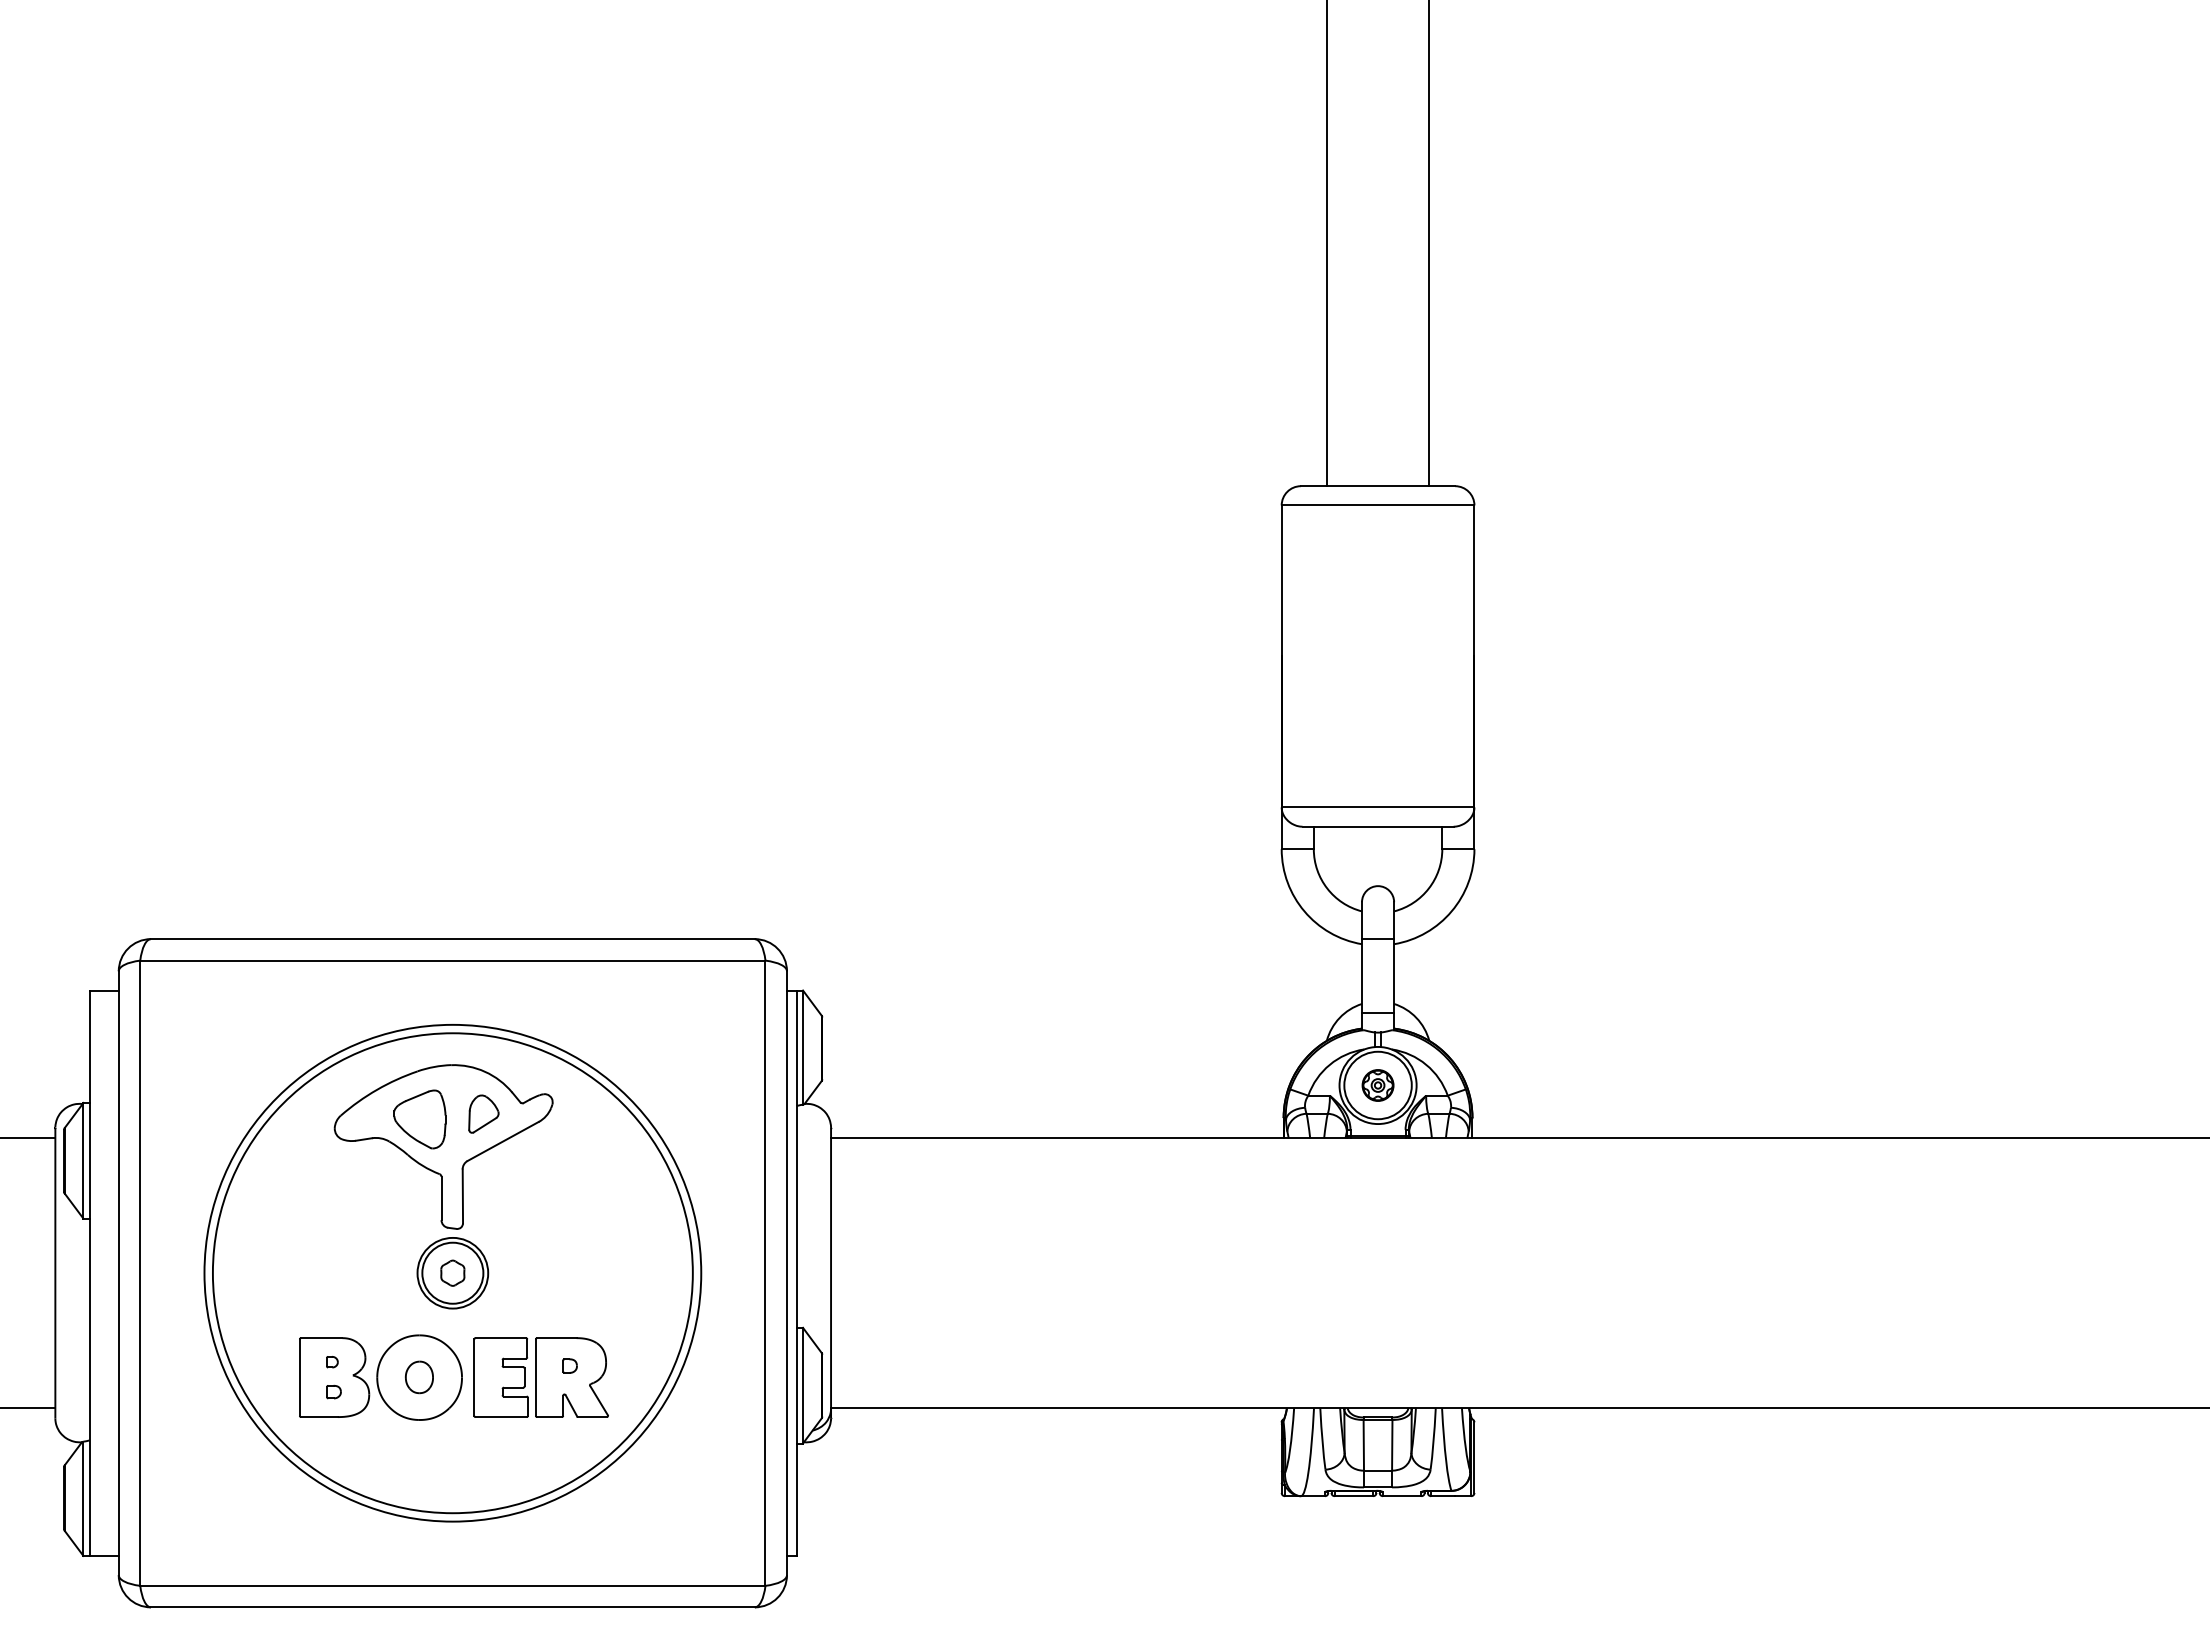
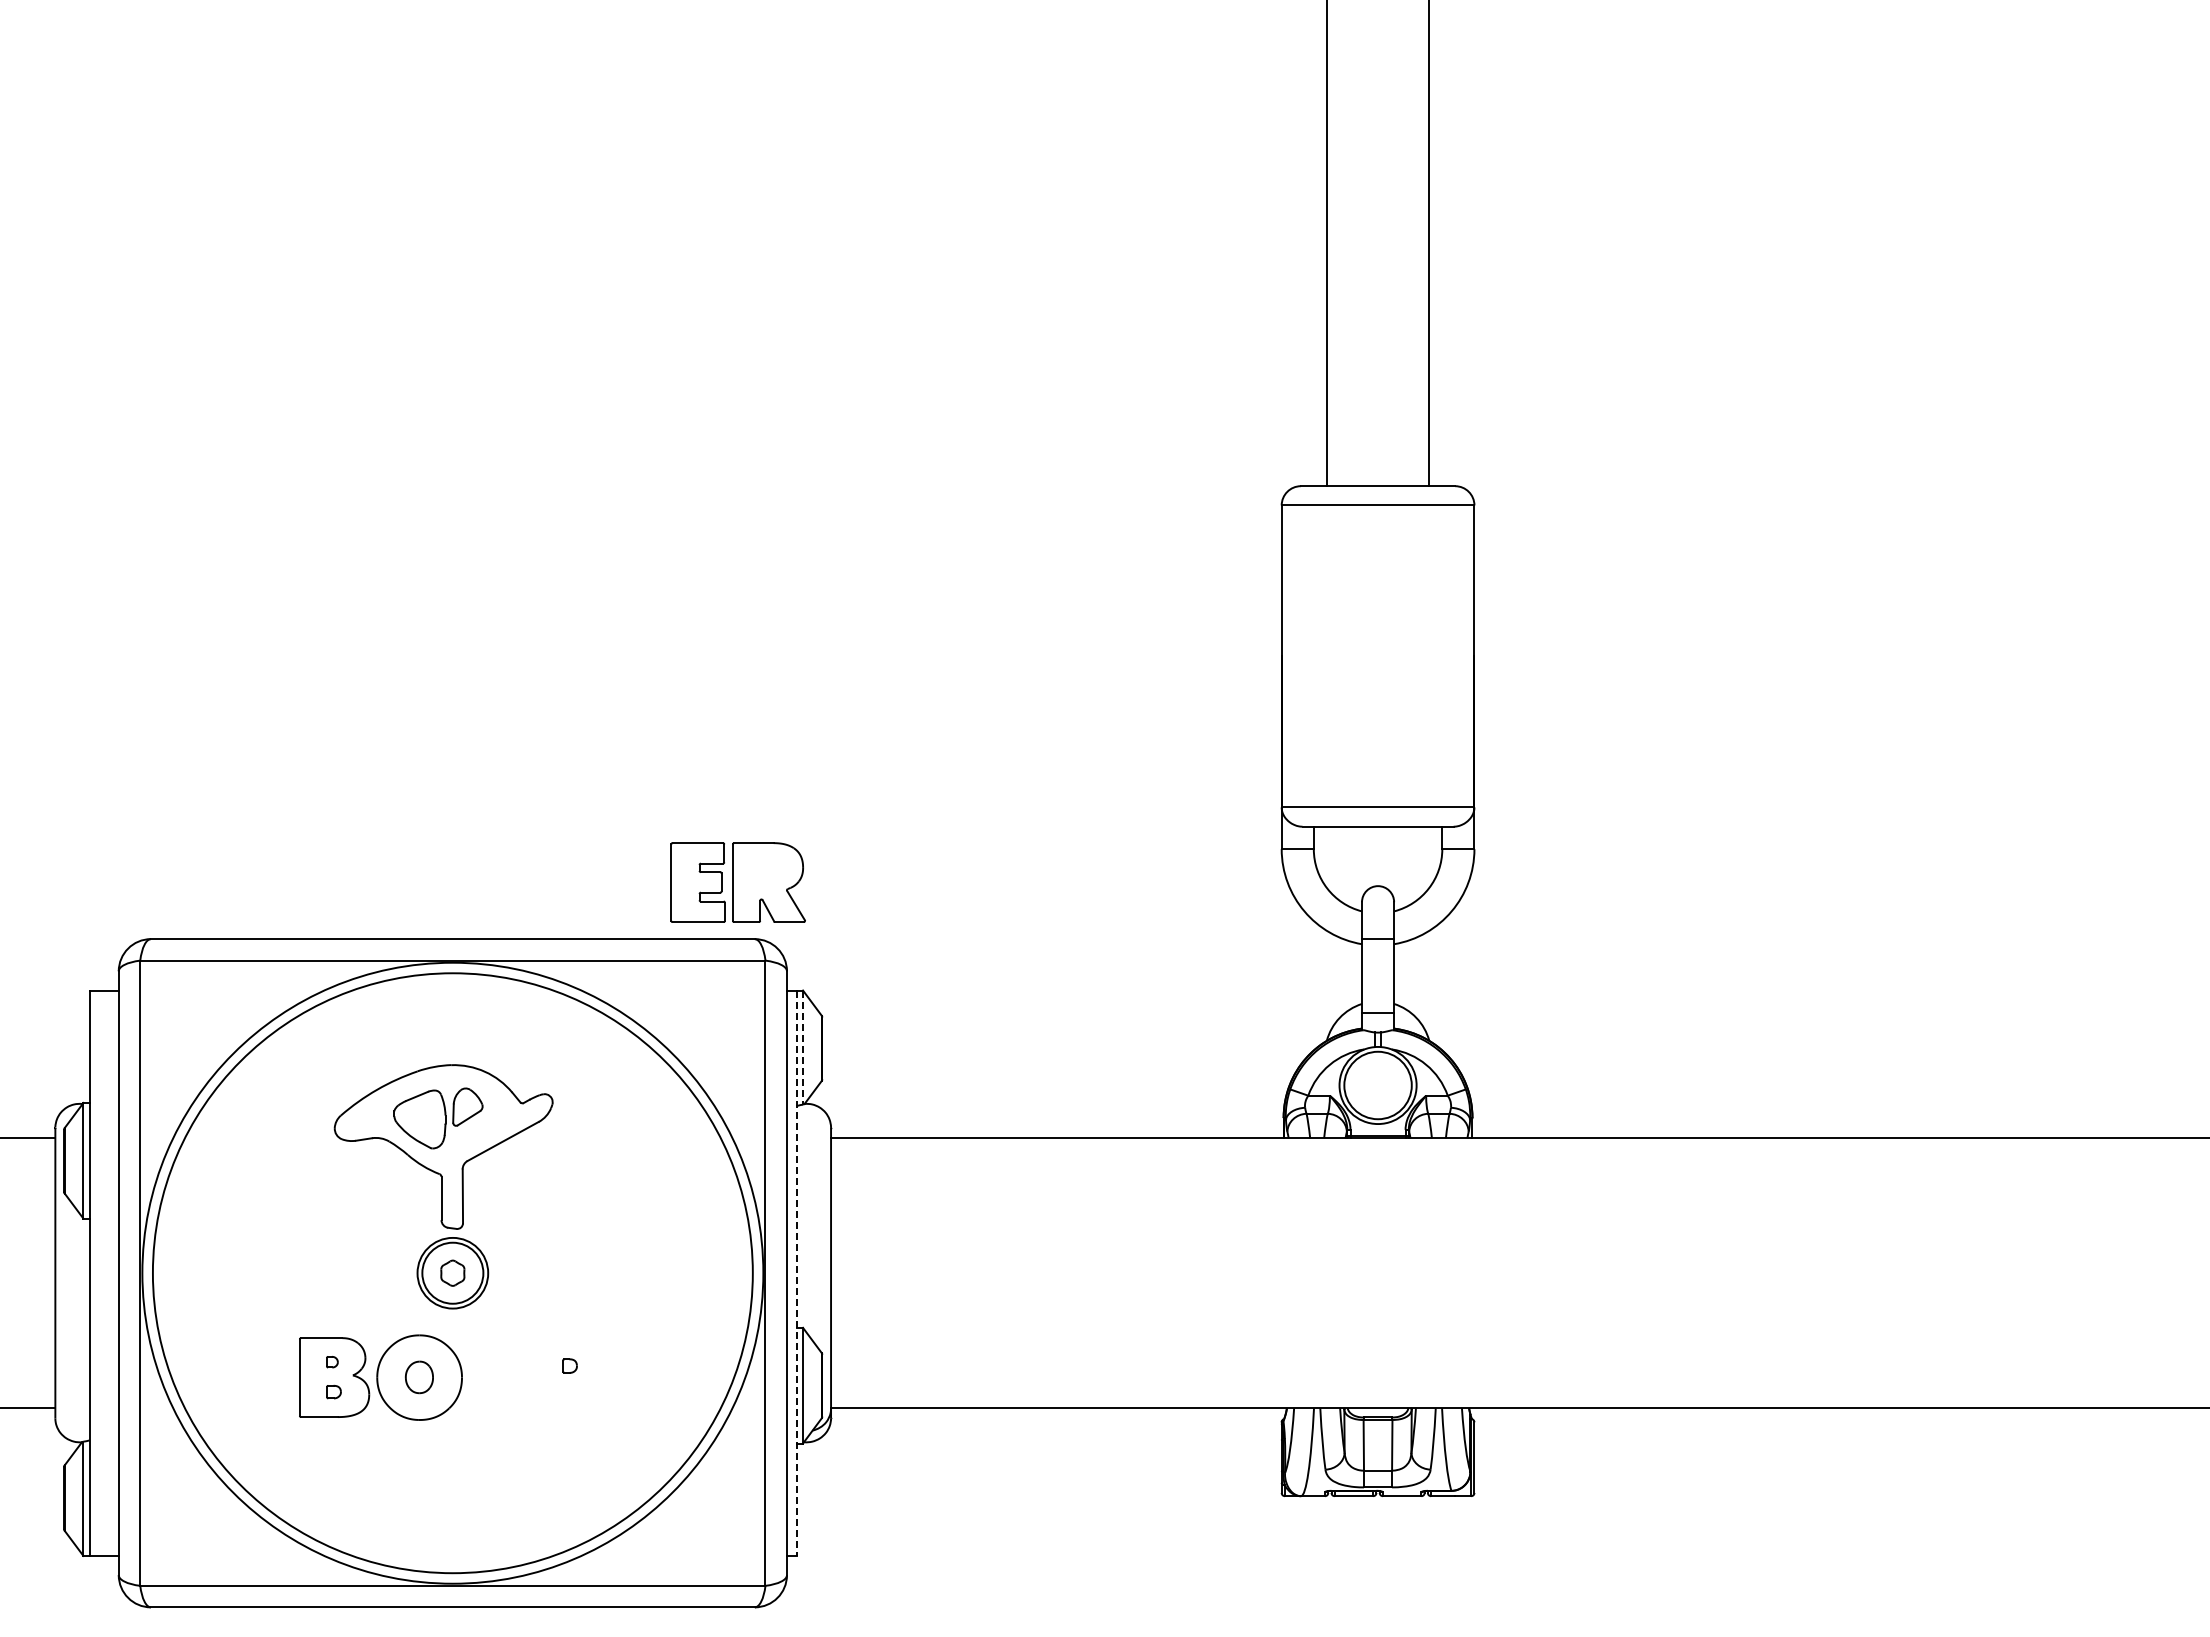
line at (803, 1048): solid -> dashed
part at (1377, 1085): present -> none
part at (483, 1113) position: (483, 1113) -> (467, 1106)
circle at (452, 1272) diameter: 497 px -> 621 px
circle at (452, 1273) diameter: 480 px -> 600 px
line at (796, 1273): solid -> dashed
part at (540, 1377) position: (540, 1377) -> (737, 882)
